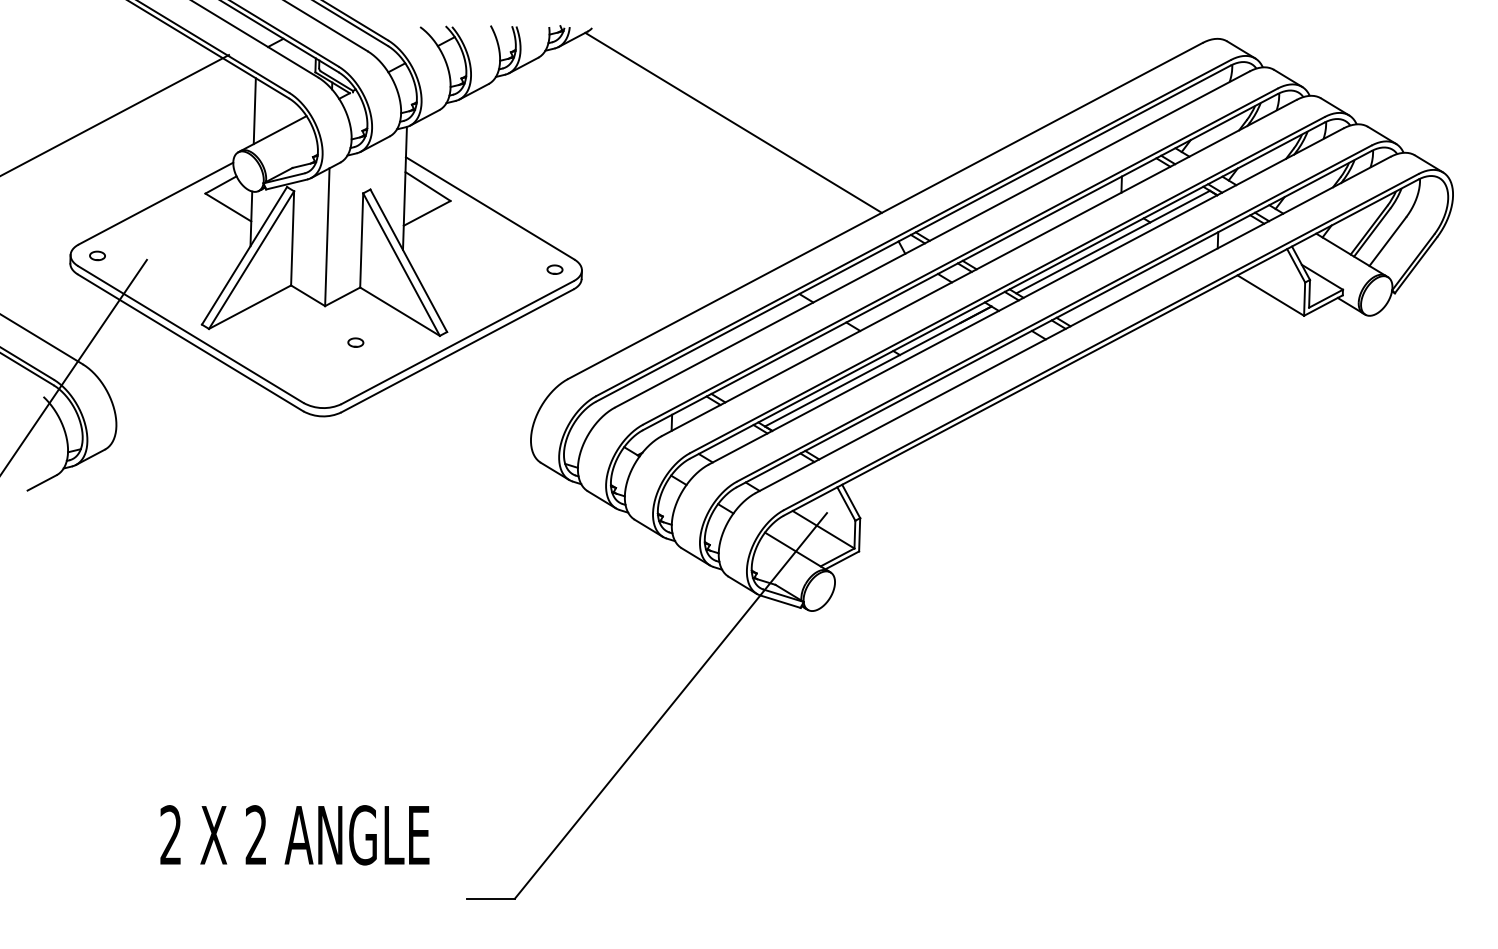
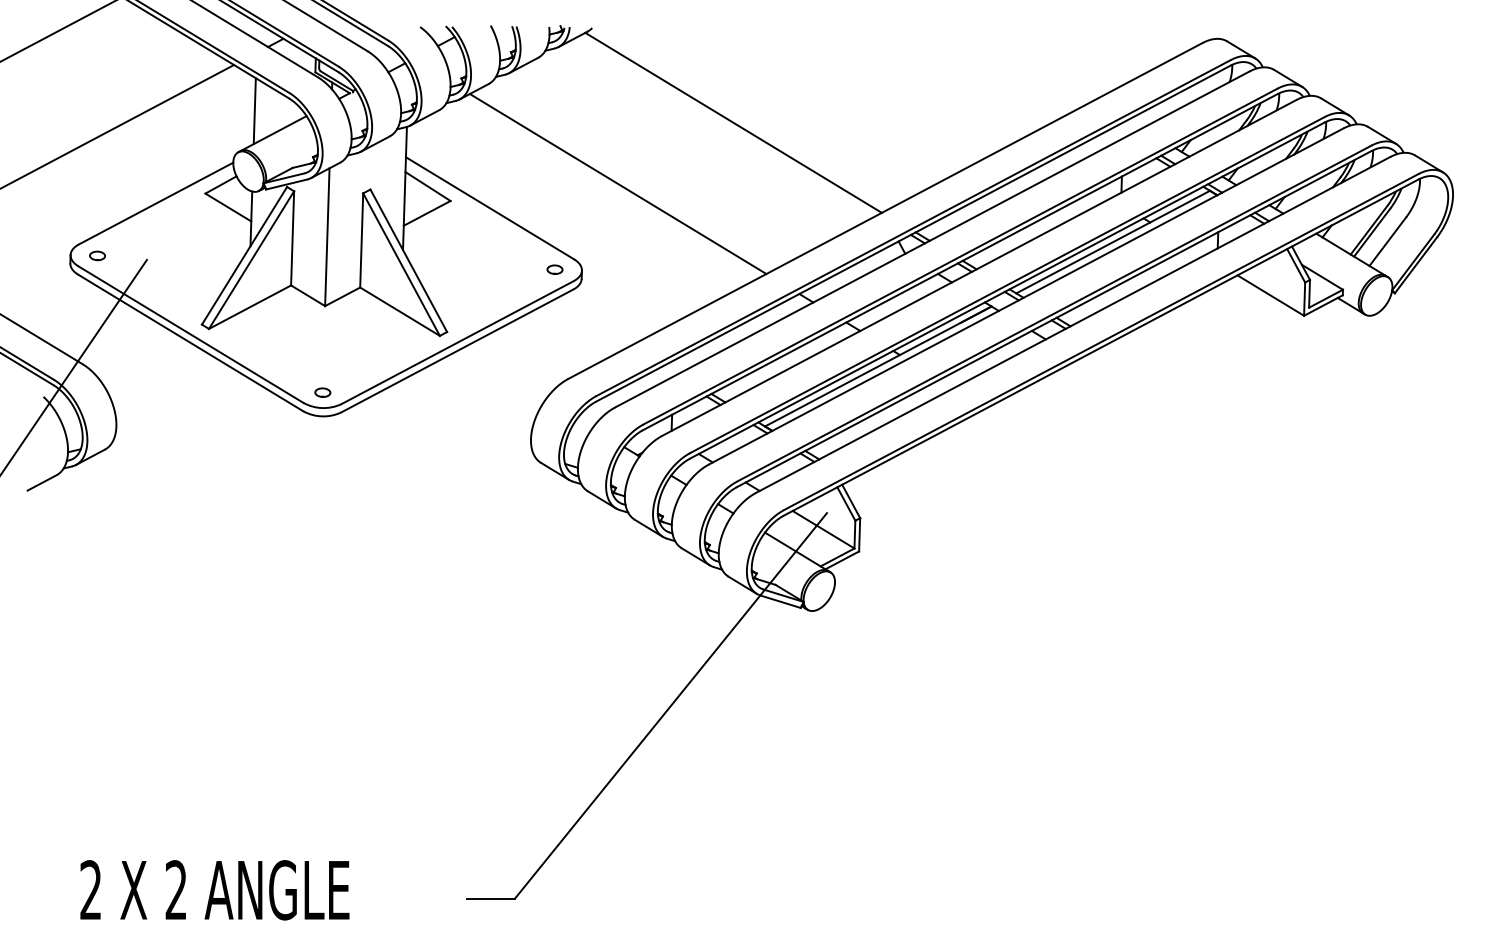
line at (57, 31): none -> present
line at (115, 114) position: (115, 114) -> (118, 126)
line at (617, 184): none -> present
part at (355, 342) position: (355, 342) -> (322, 392)
text at (294, 835) position: (294, 835) -> (214, 890)
